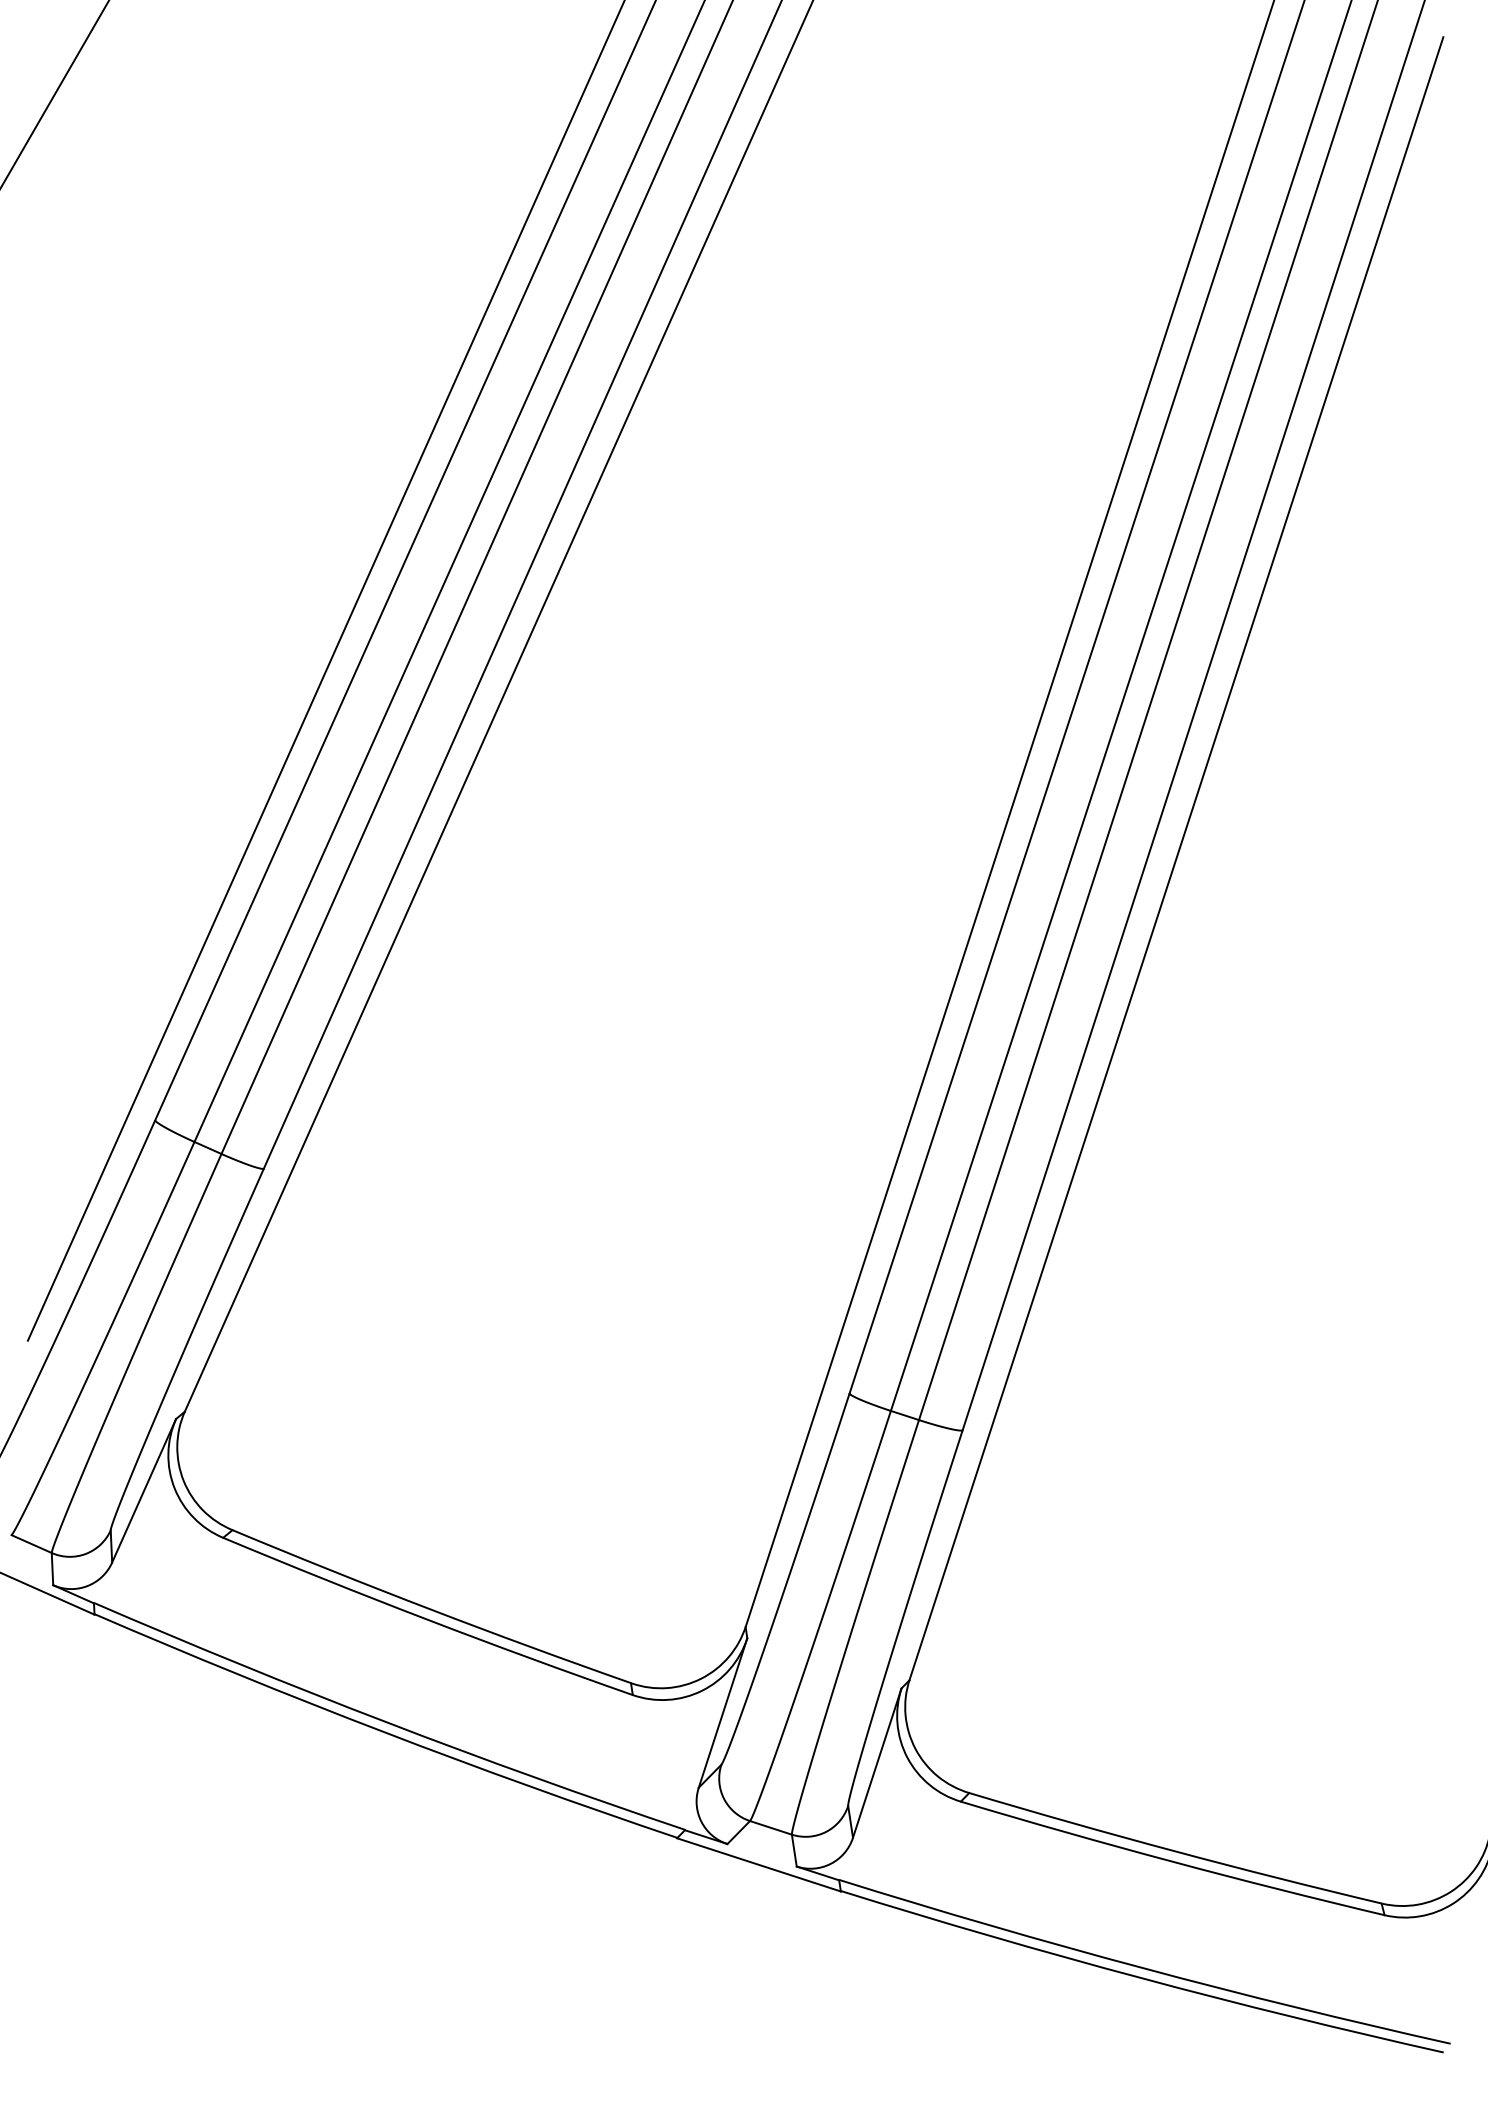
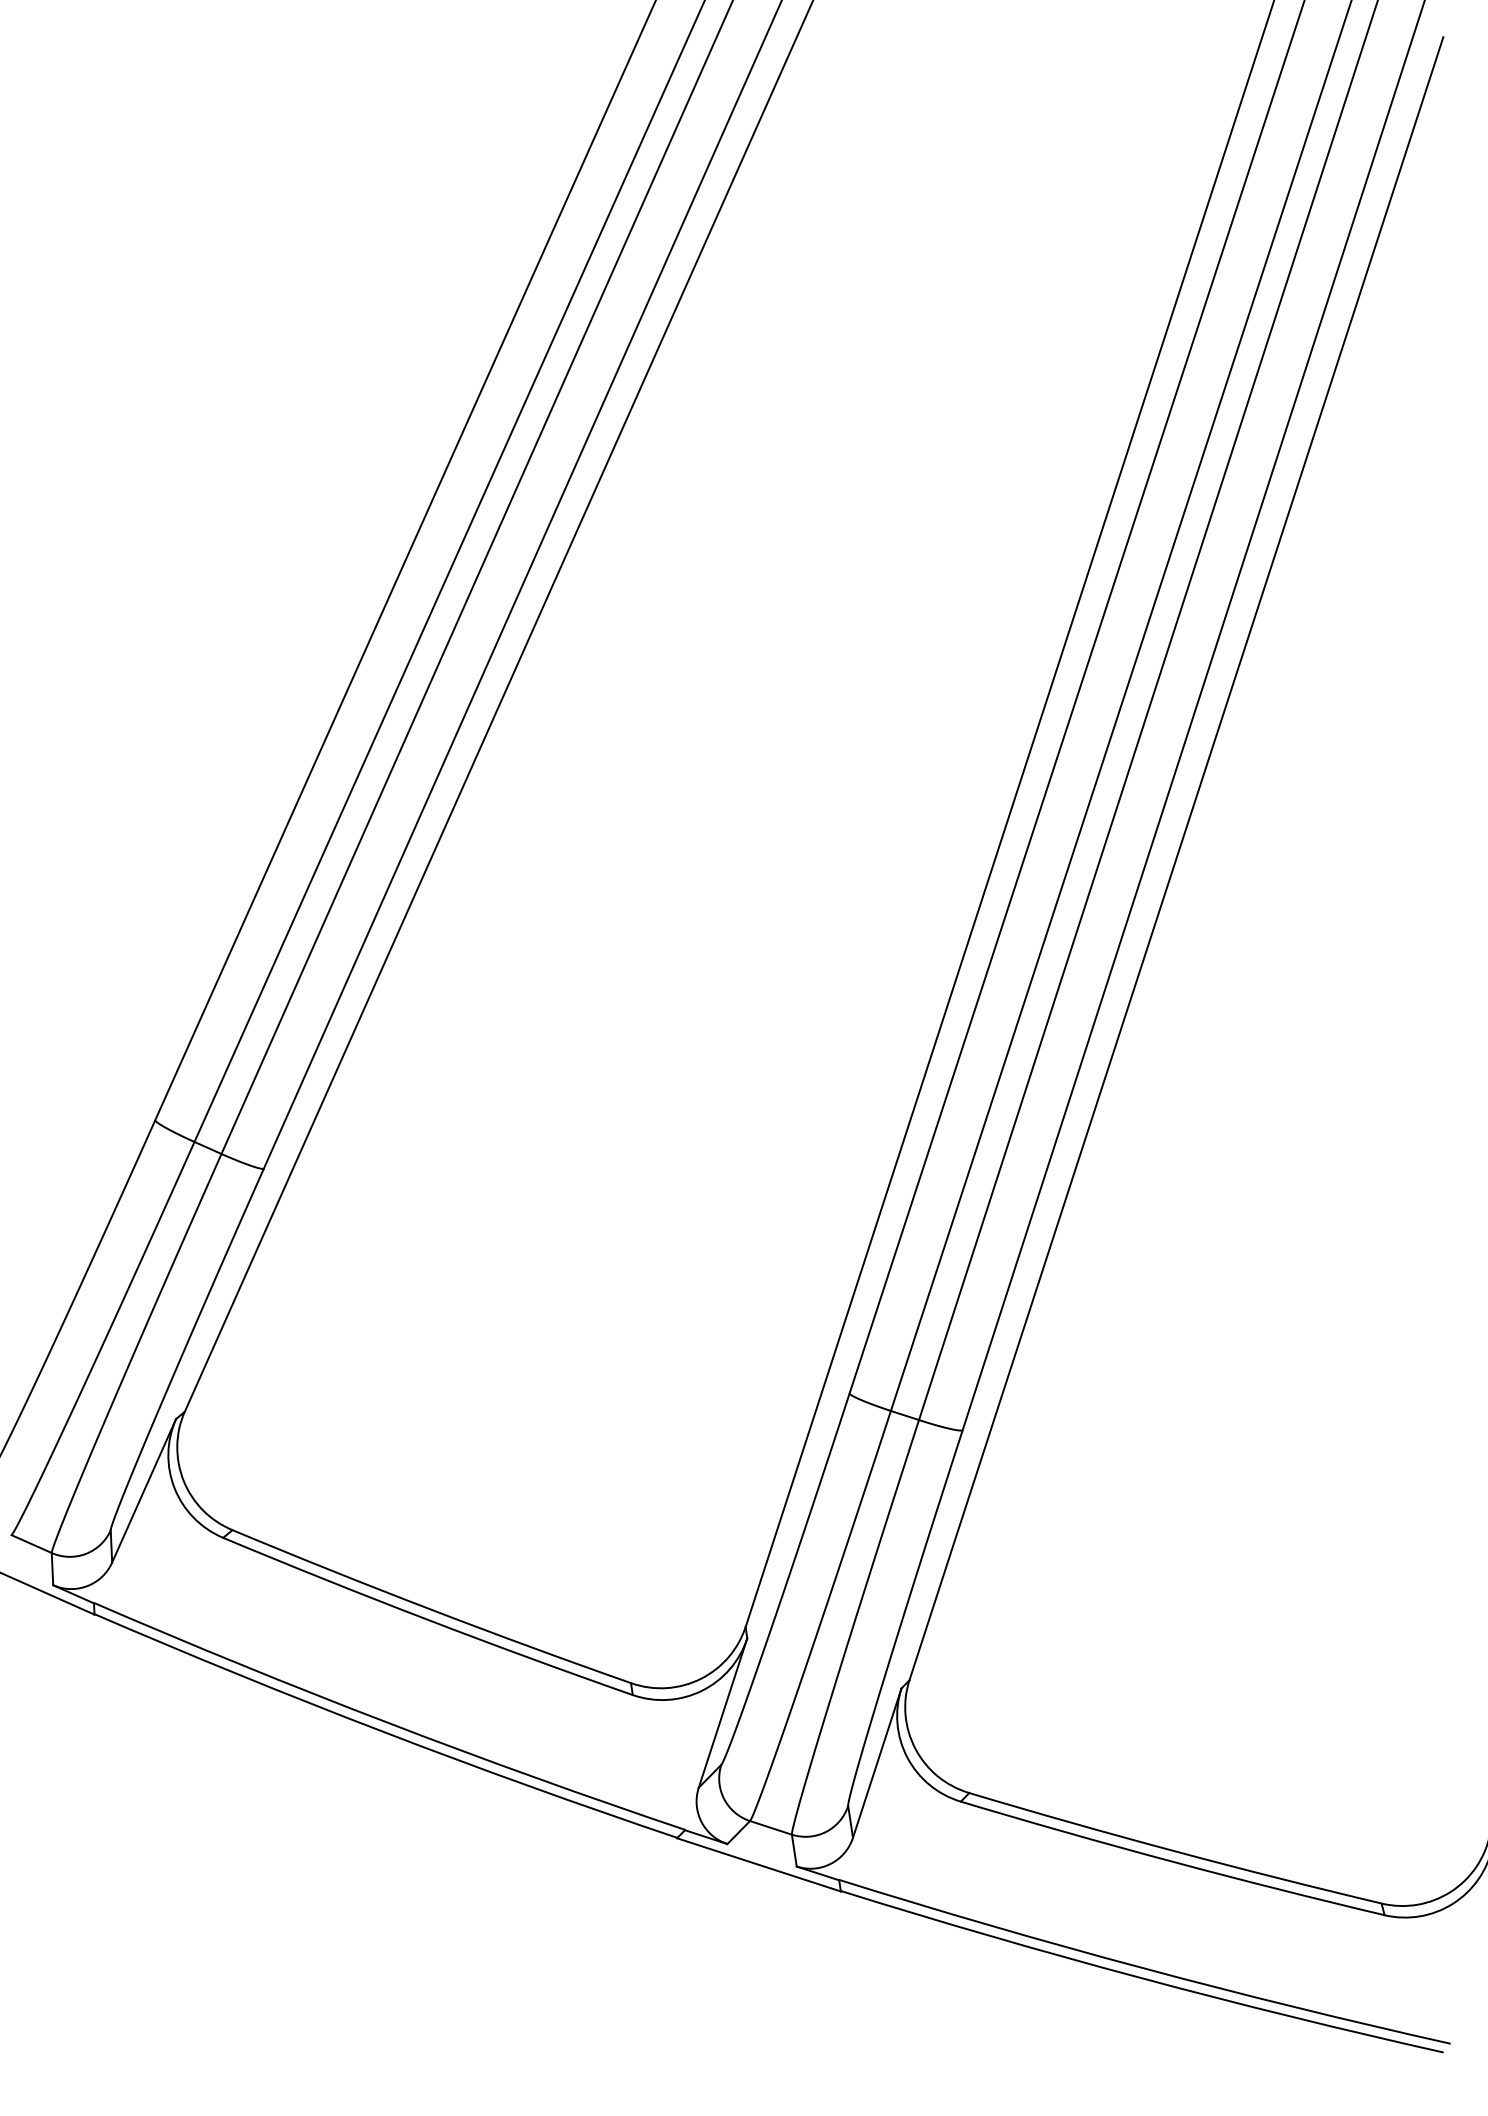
line at (54, 93): present -> none
line at (325, 671): present -> none
